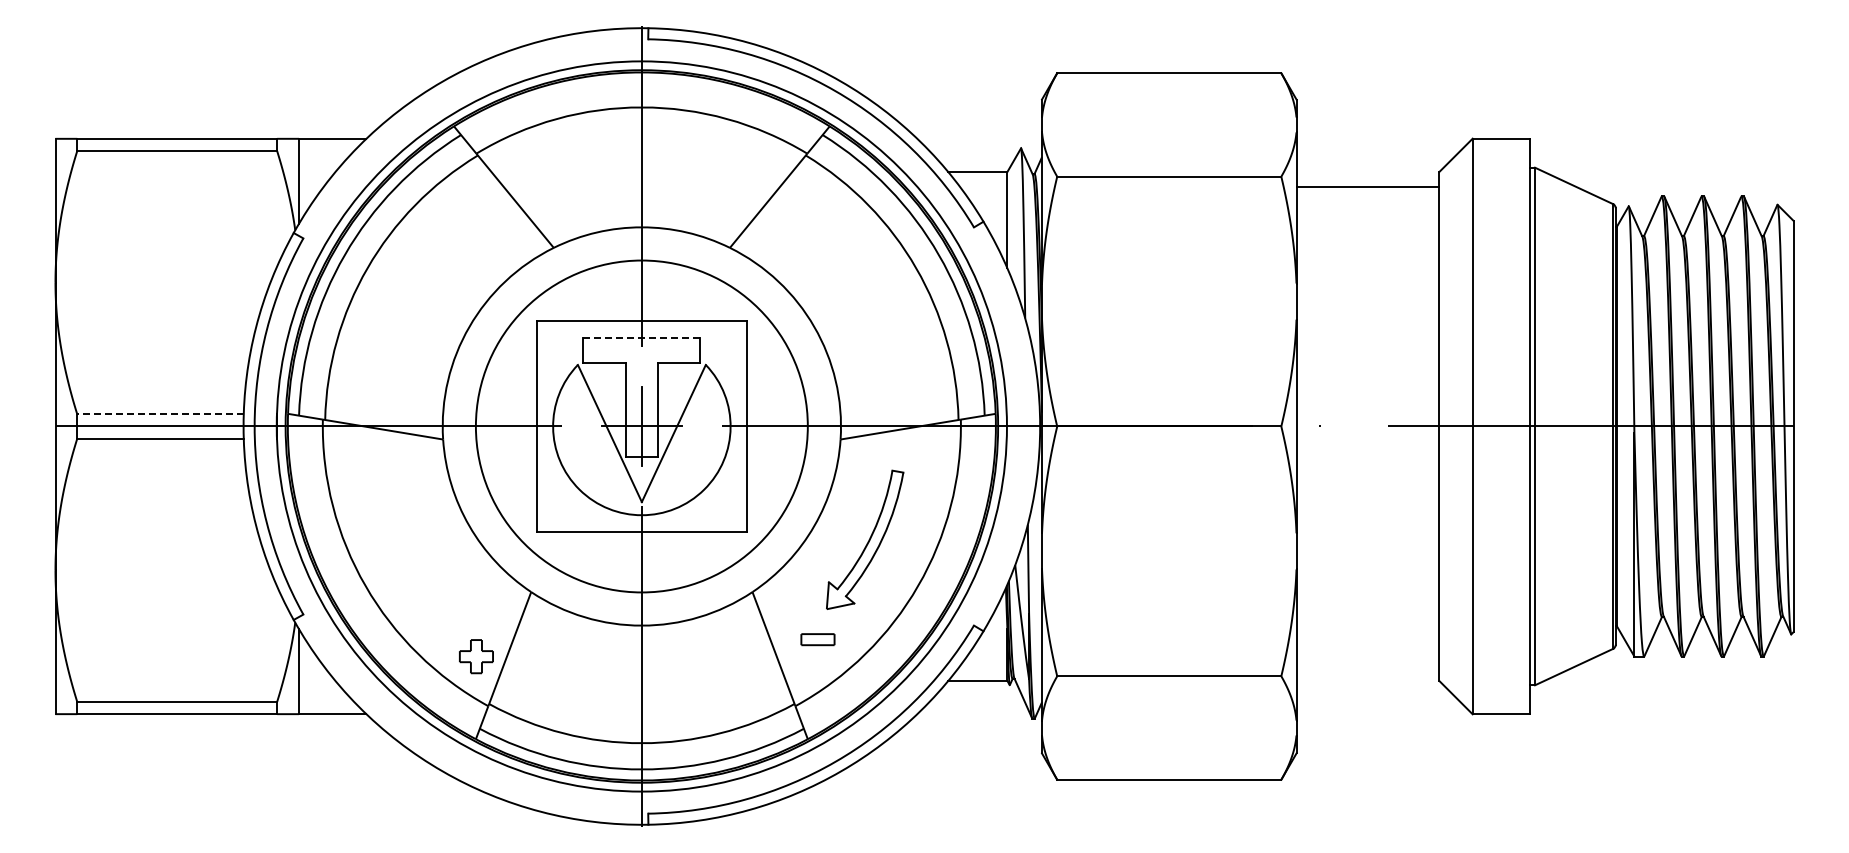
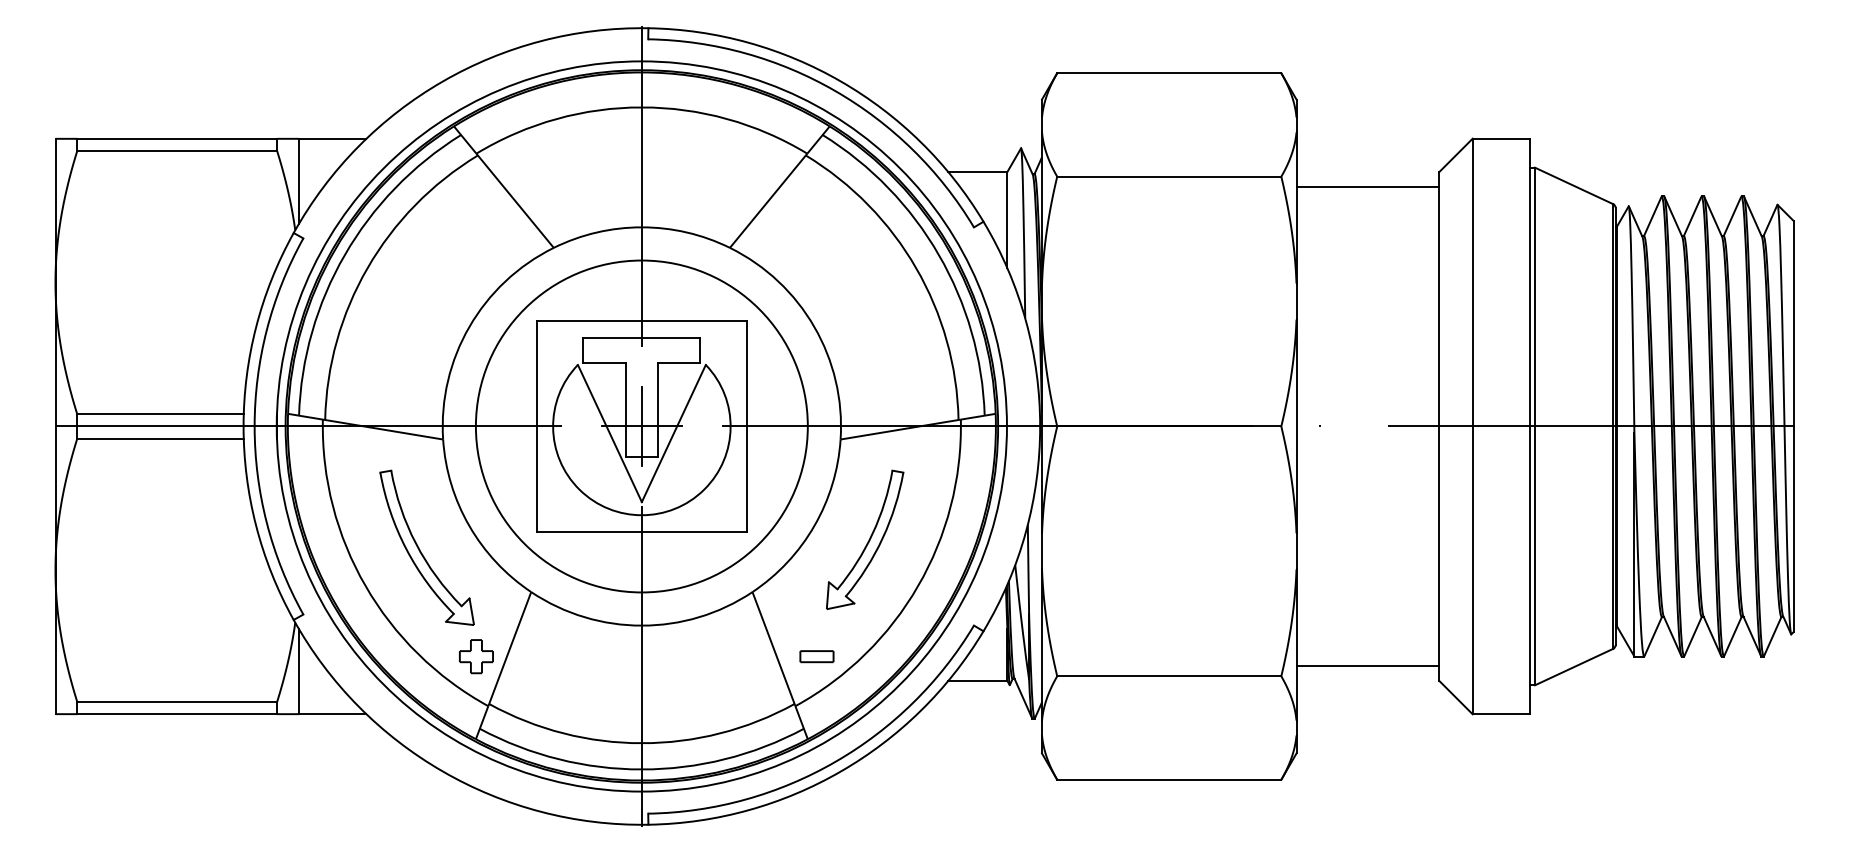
line at (642, 337): dashed -> solid
line at (160, 414): dashed -> solid
part at (420, 549): none -> present
part at (817, 639) position: (817, 639) -> (816, 656)
line at (1367, 666): none -> present
